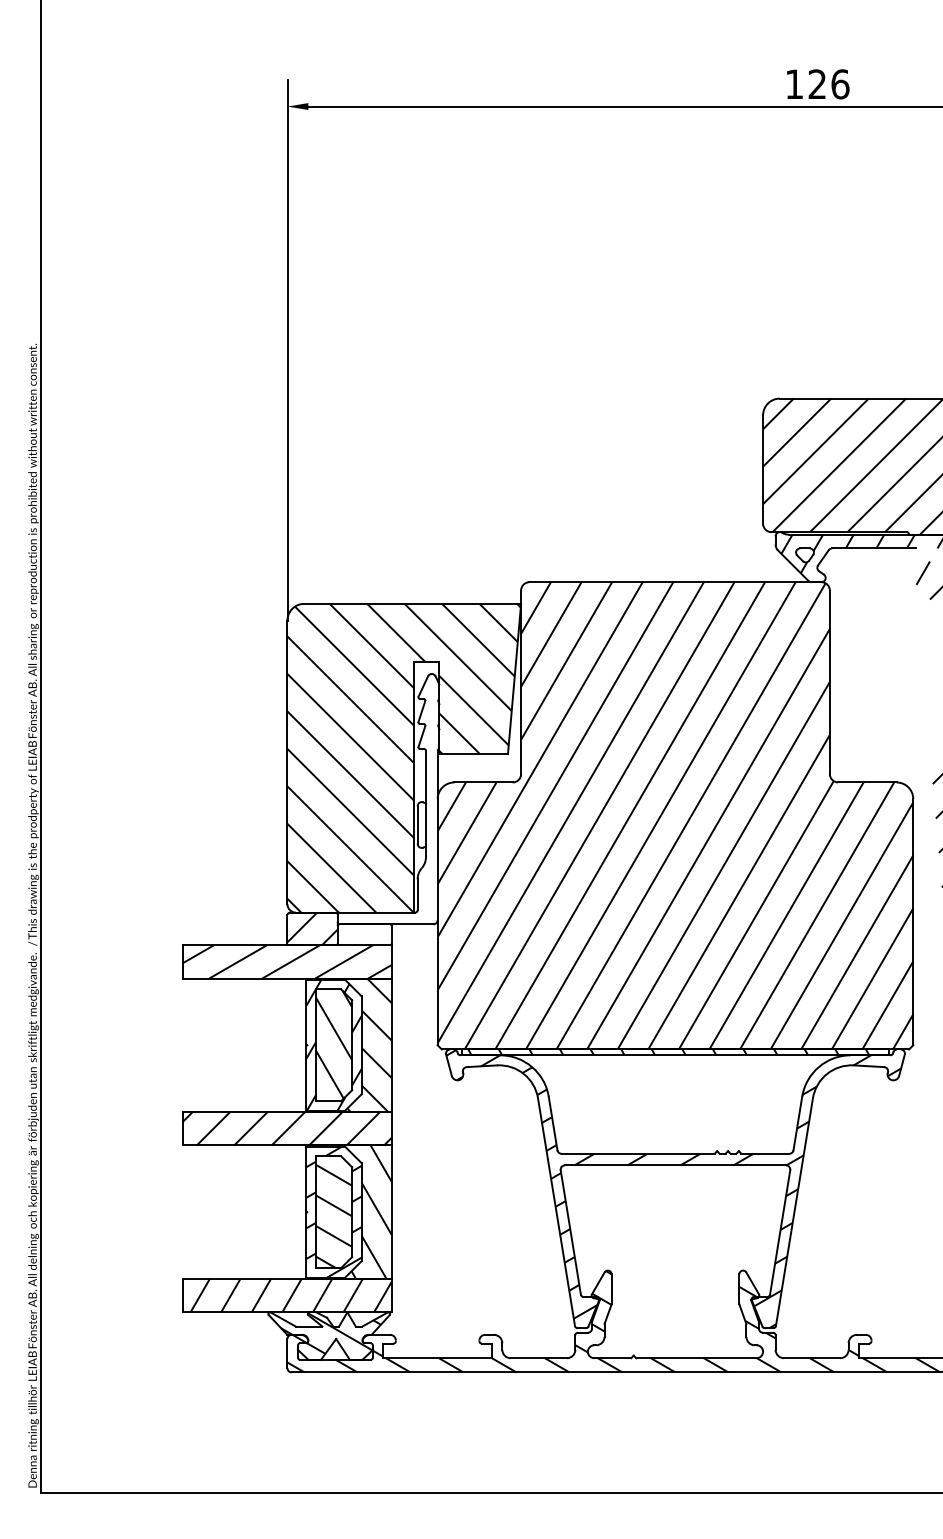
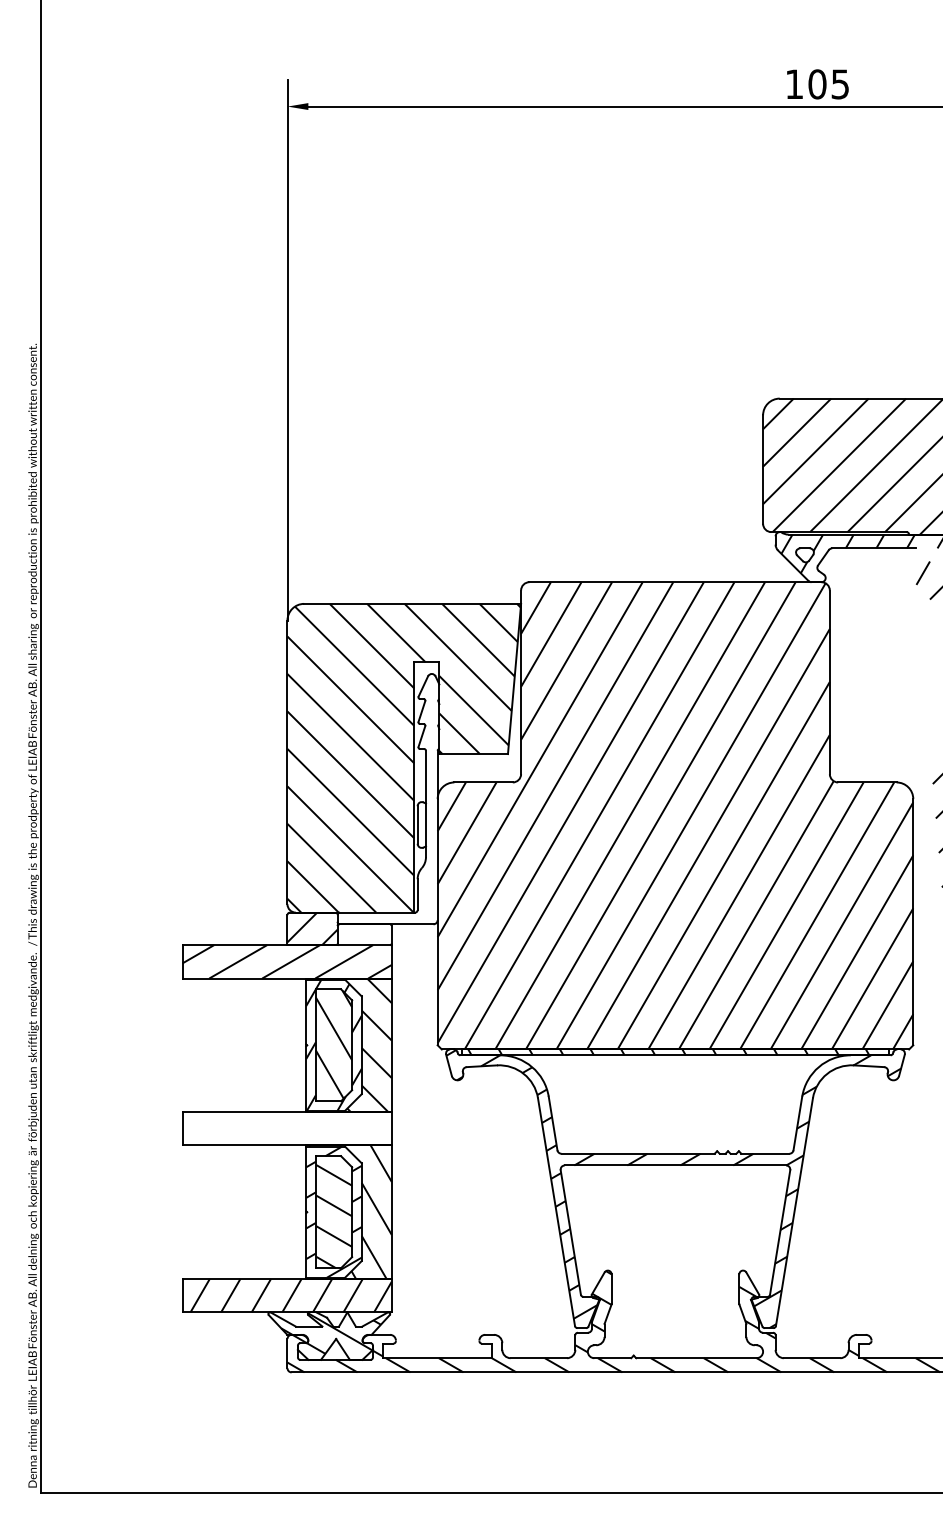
text at (828, 84): 126 -> 105
hatch at (286, 1128): present -> none
